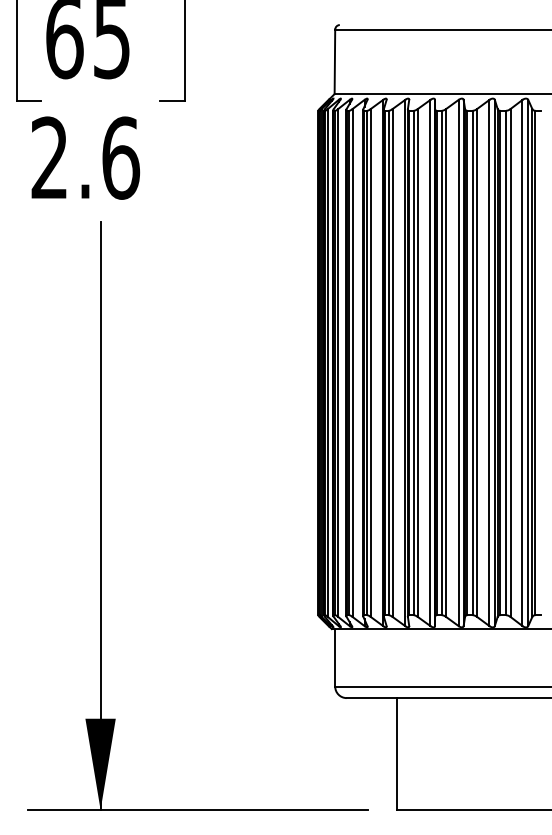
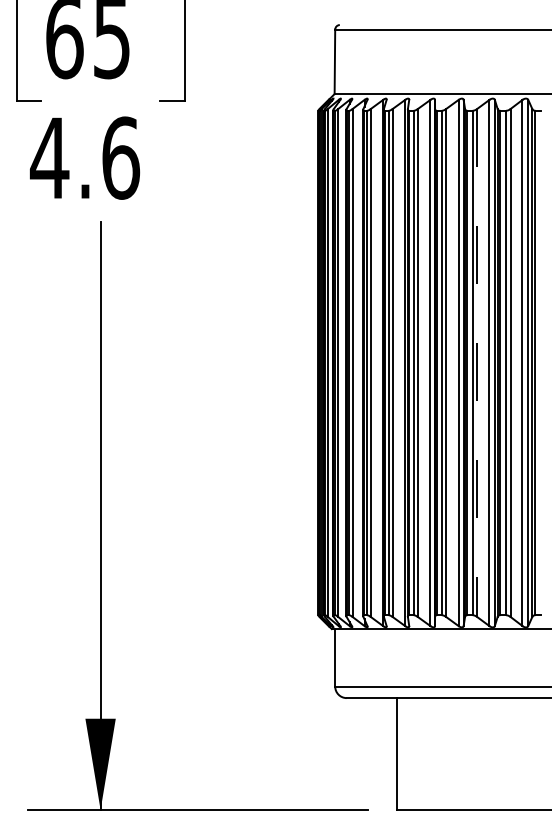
text at (49, 157): 2.6 -> 4.6
line at (477, 363): solid -> dashed
